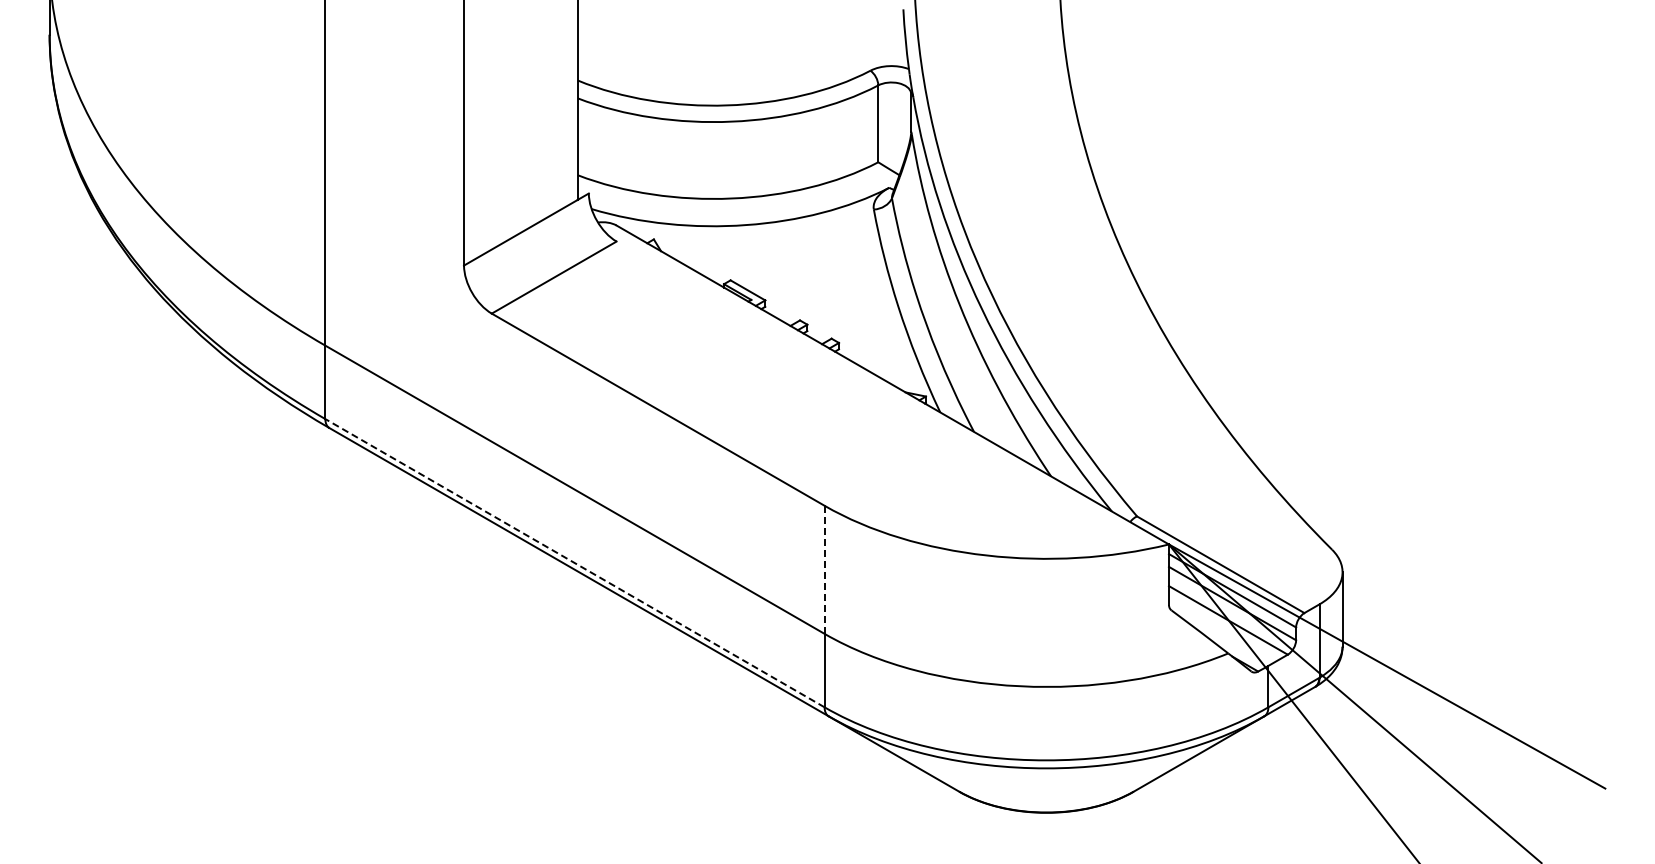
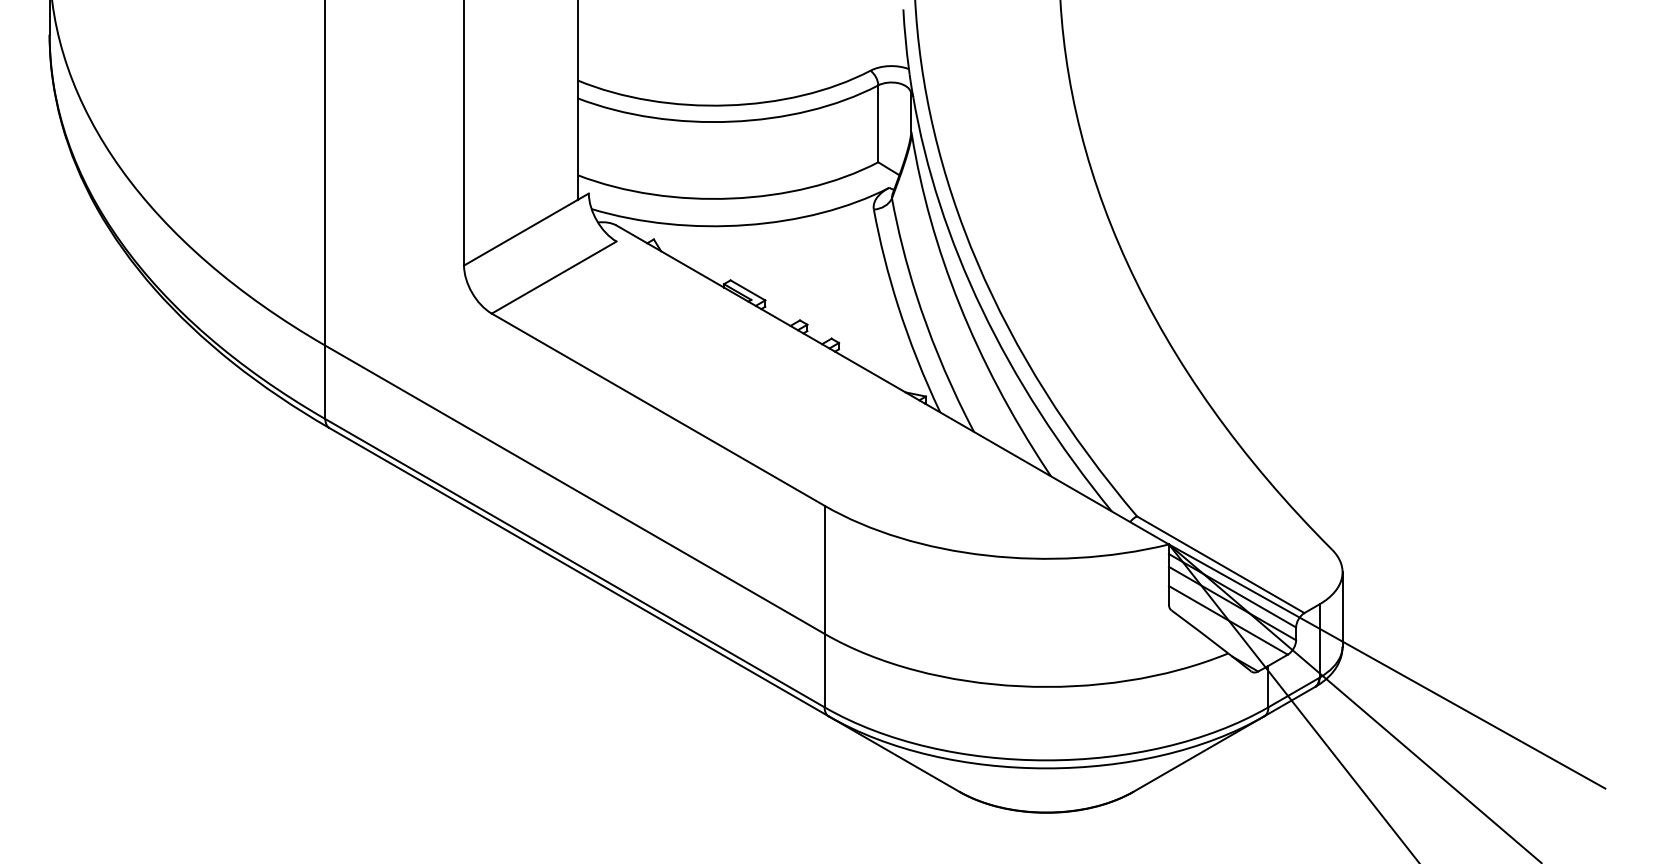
line at (574, 562): dashed -> solid
line at (824, 570): dashed -> solid
